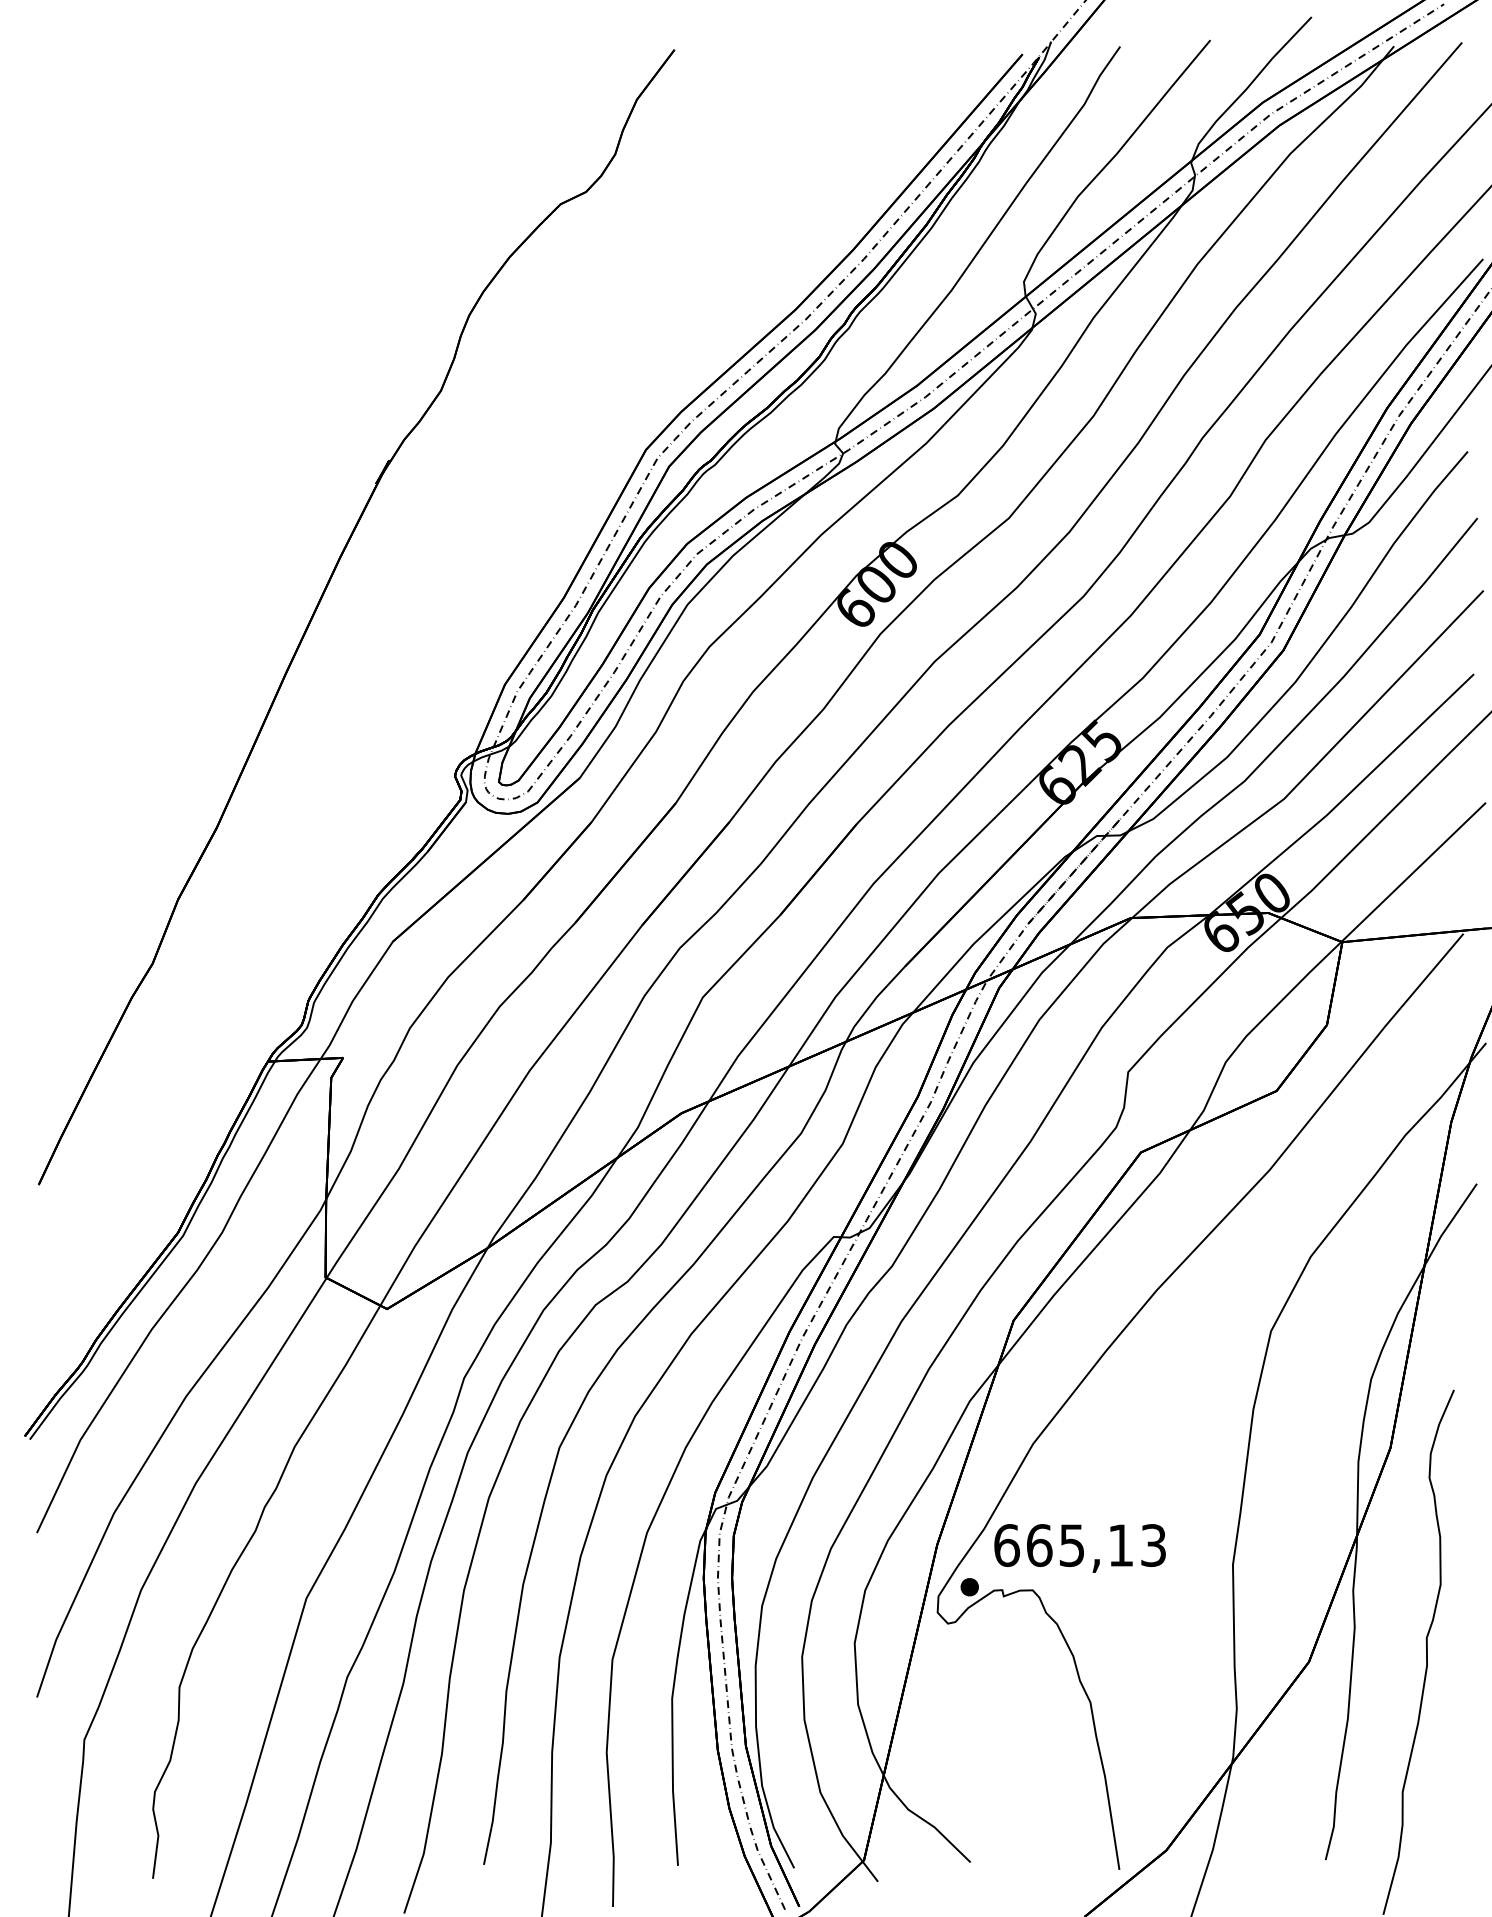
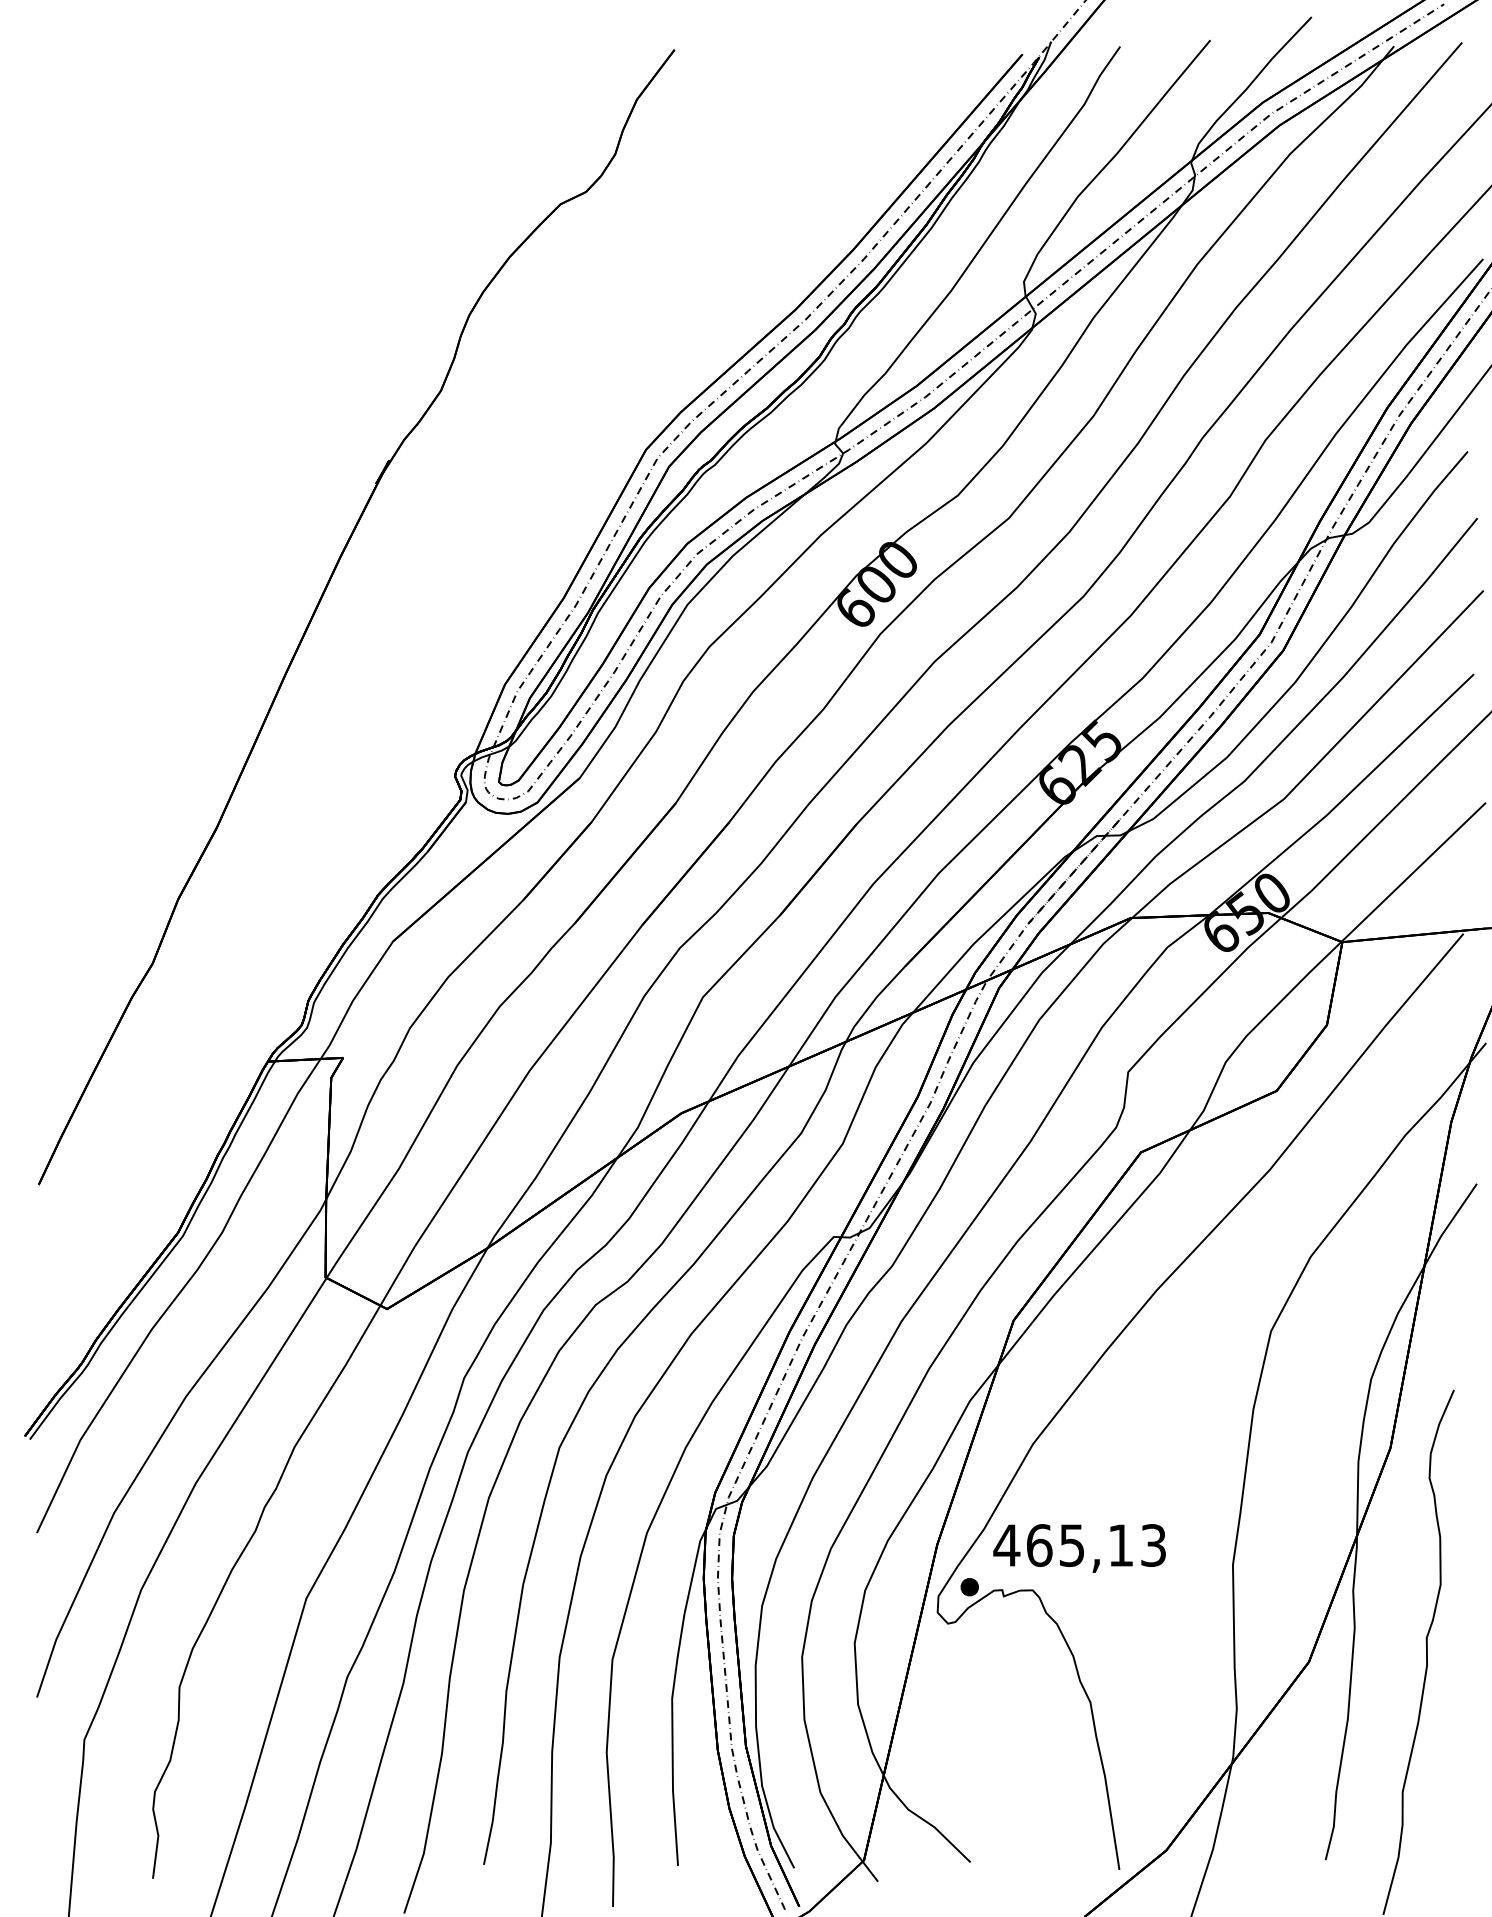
text at (1006, 1545): 665,13 -> 465,13
